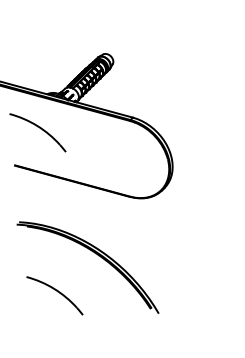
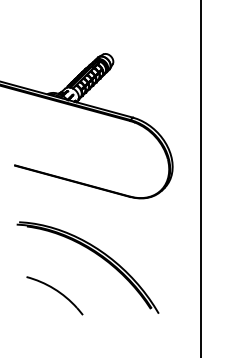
part at (37, 132): present -> none
line at (200, 178): none -> present
